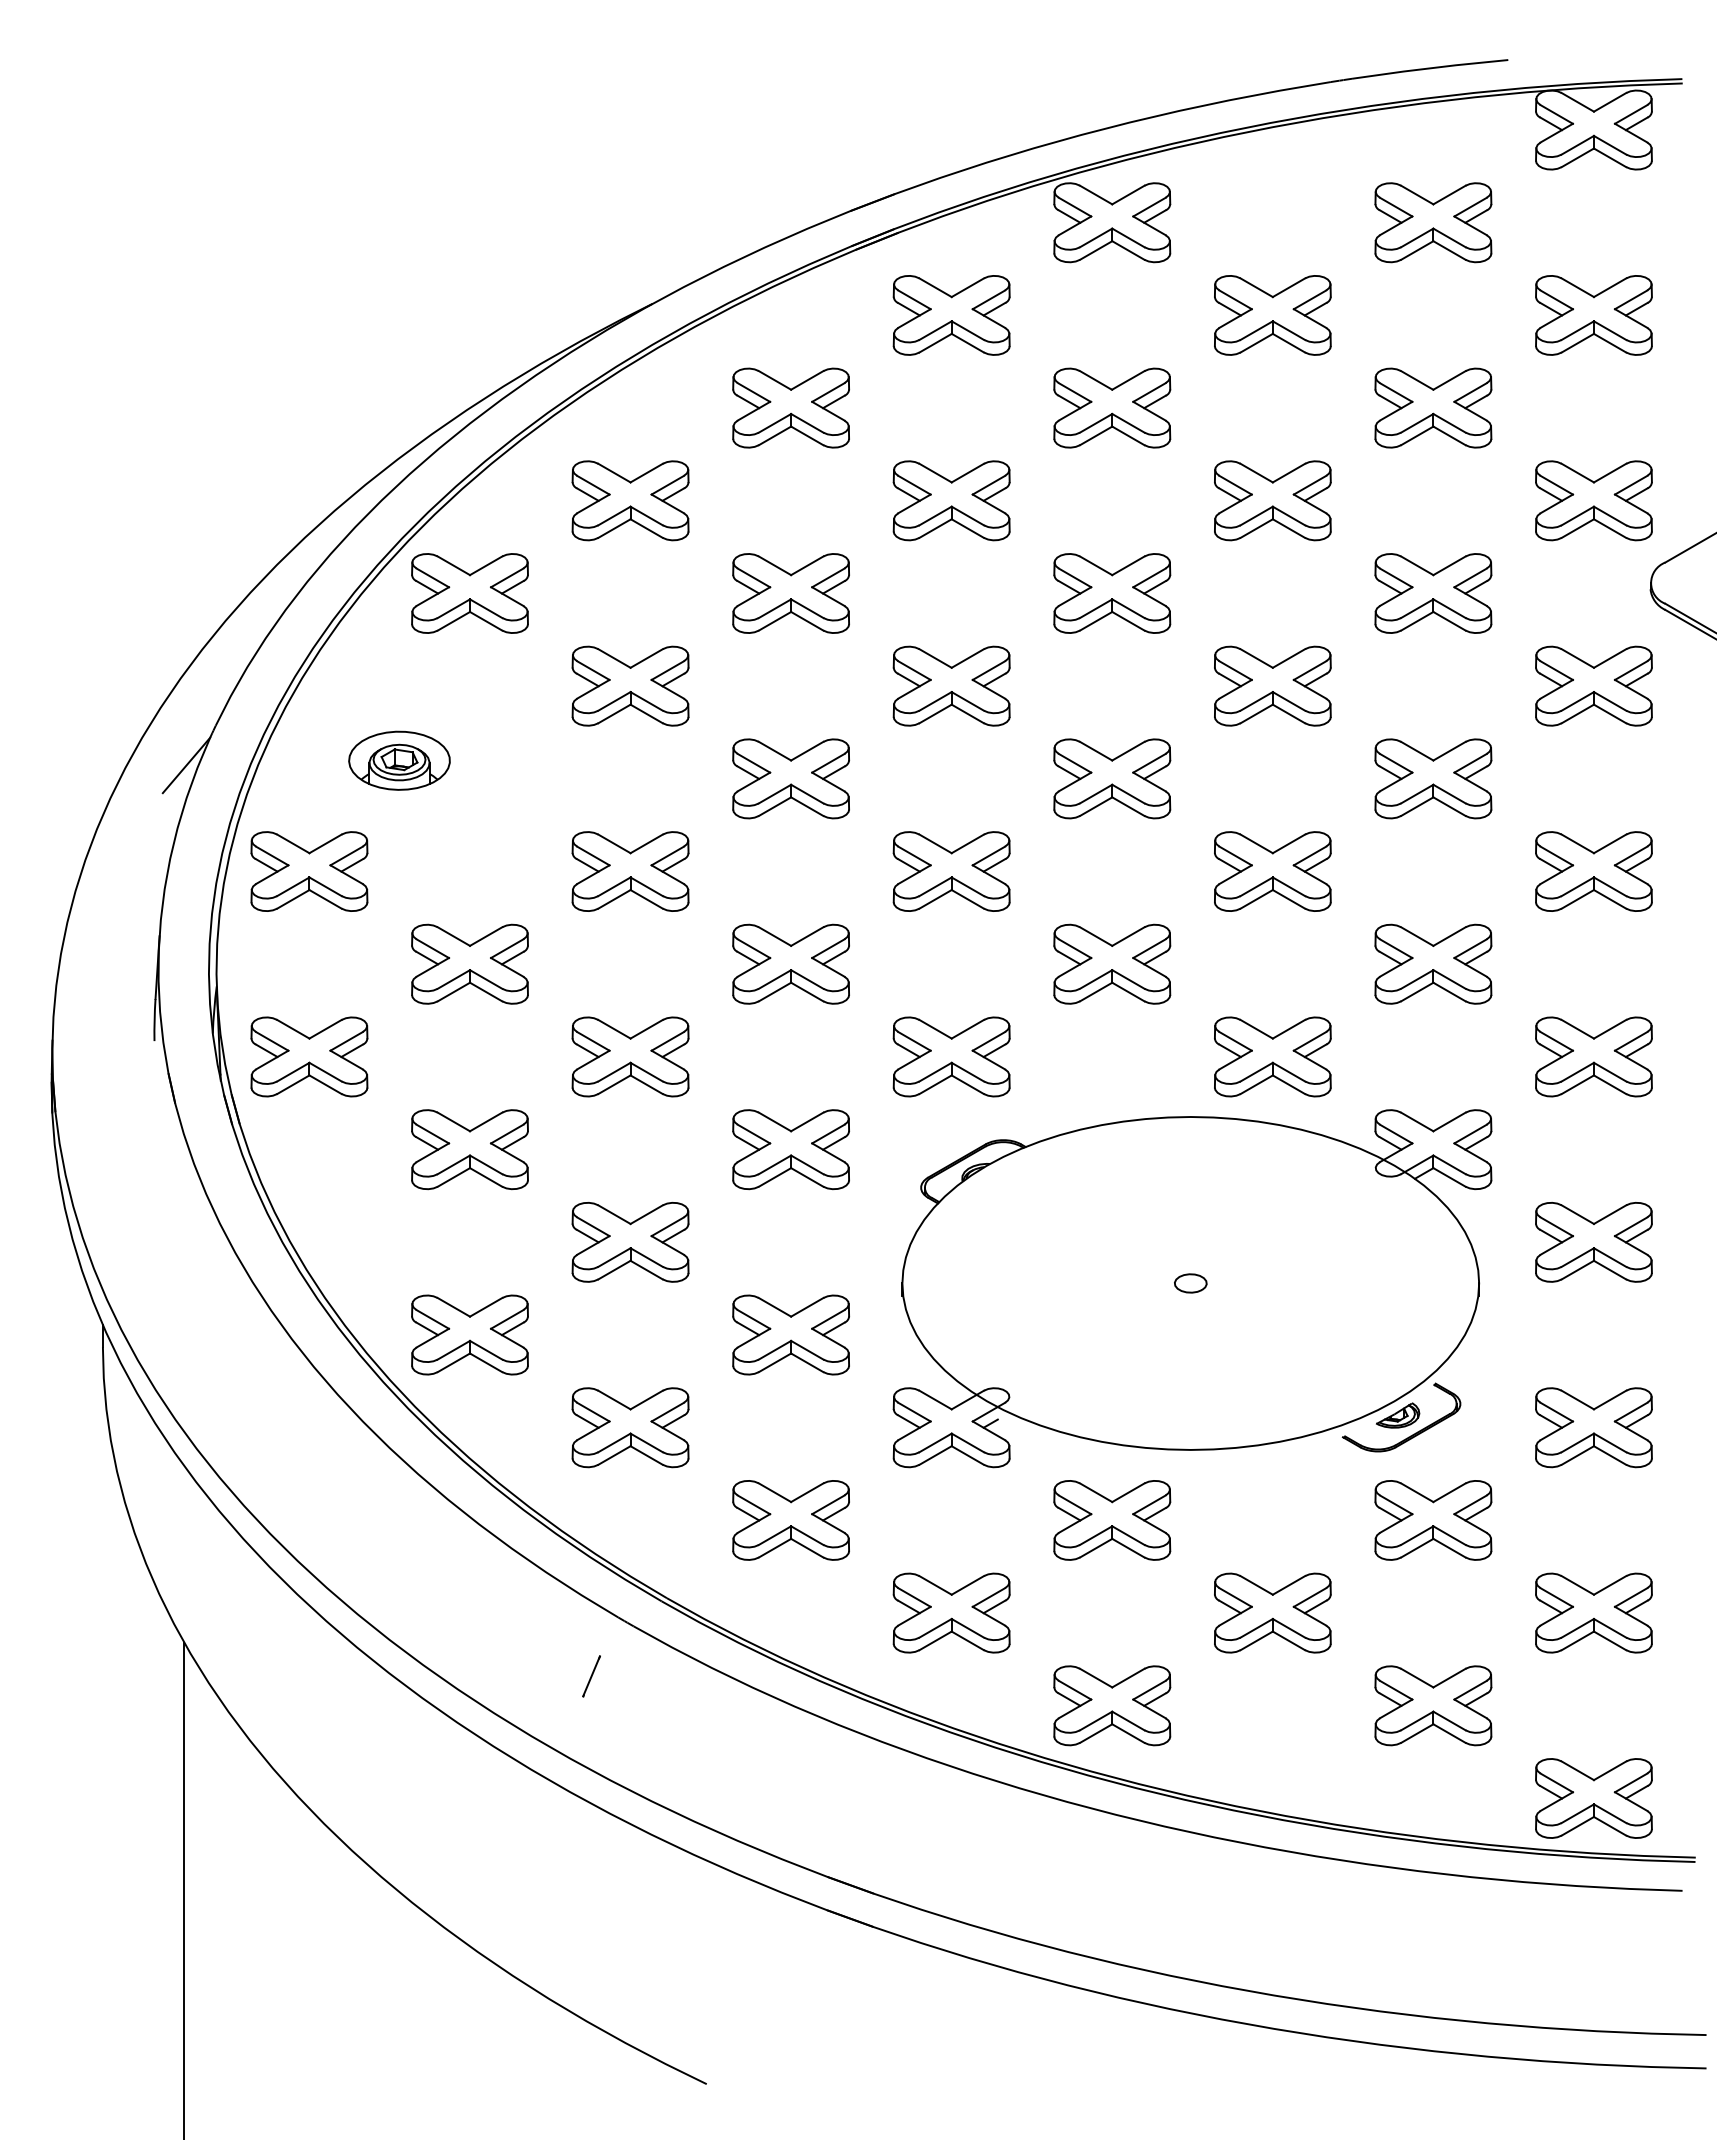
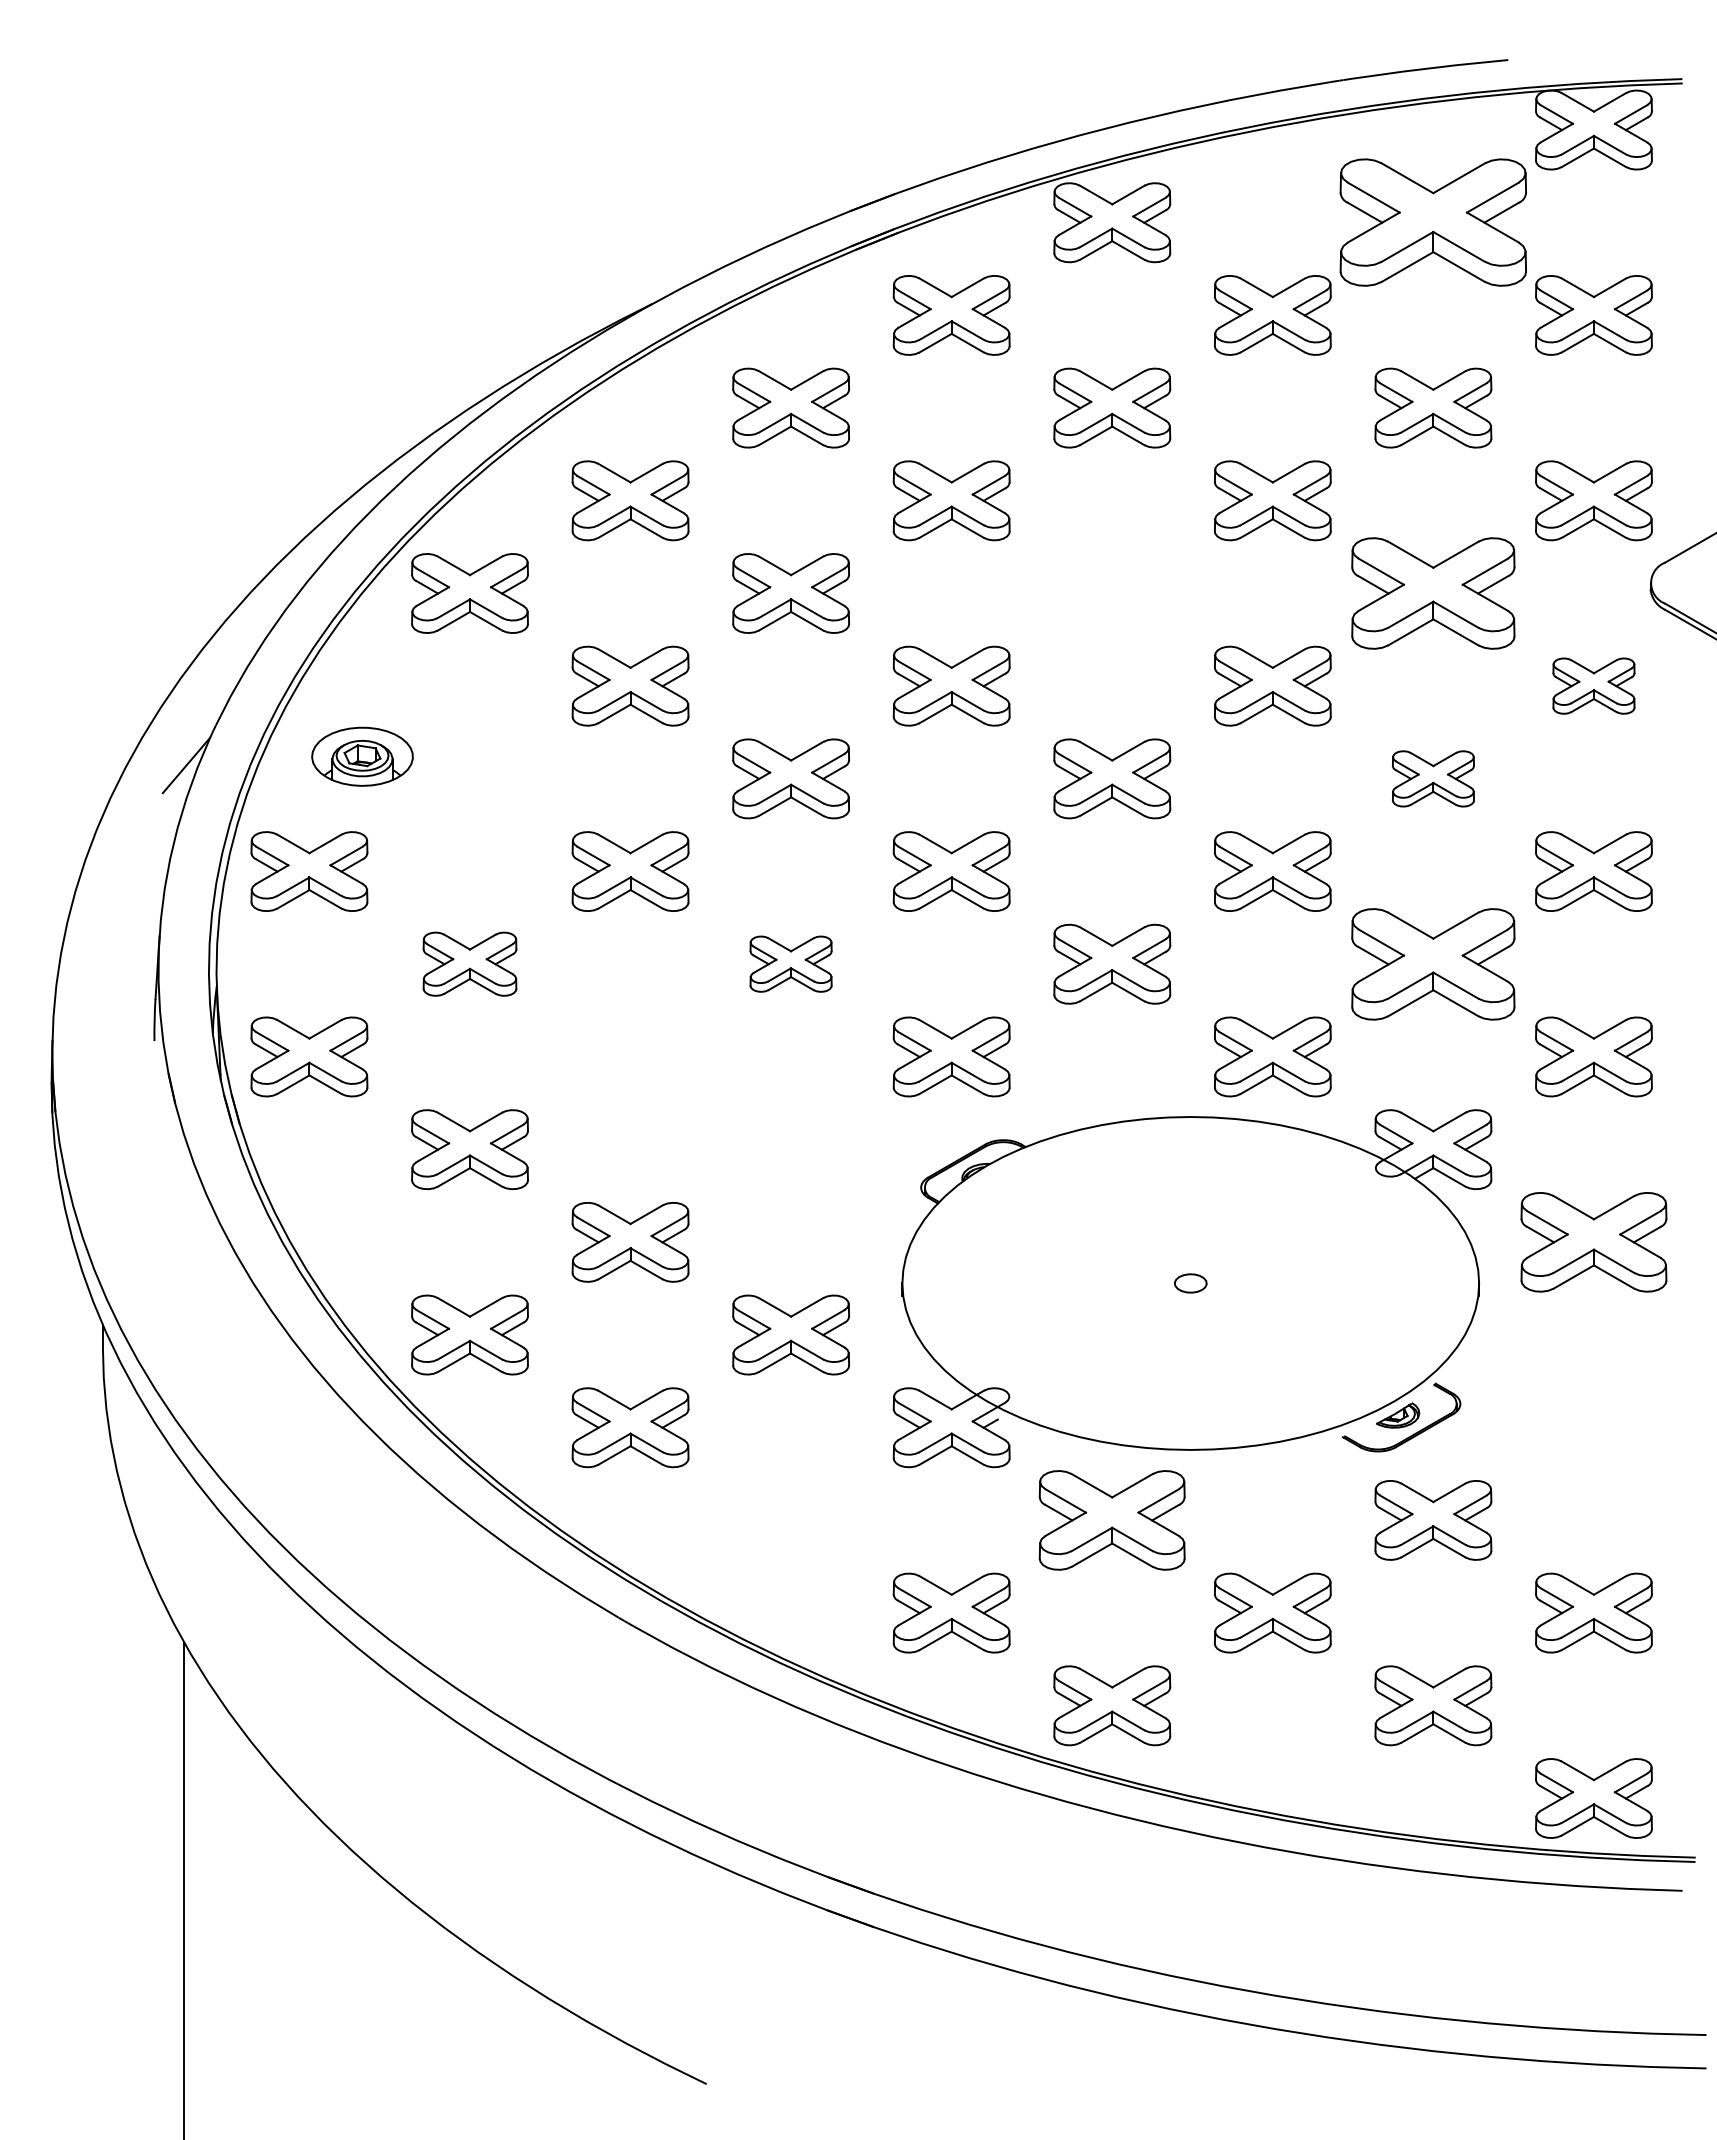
part at (1433, 222) size: 119x82 px -> 188x129 px
part at (1112, 593): present -> none
part at (1433, 593) size: 119x81 px -> 165x113 px
part at (1593, 685) size: 118x82 px -> 84x58 px
part at (399, 760) position: (399, 760) -> (362, 756)
part at (1433, 778) size: 119x82 px -> 83x58 px
part at (469, 963) size: 118x82 px -> 96x66 px
part at (790, 963) size: 118x82 px -> 84x58 px
part at (1433, 963) size: 119x82 px -> 165x113 px
part at (630, 1056): present -> none
part at (790, 1149): present -> none
part at (1593, 1242) size: 118x81 px -> 148x101 px
part at (1593, 1427): present -> none
part at (790, 1520): present -> none
part at (1112, 1520) size: 119x81 px -> 148x101 px
line at (591, 1676): present -> none
